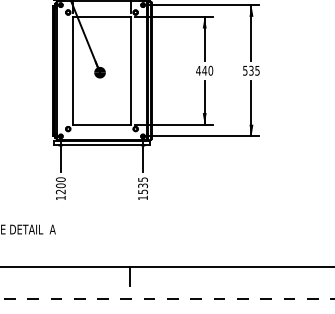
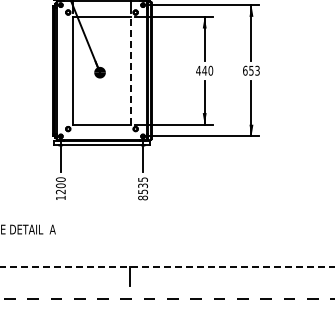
line at (131, 70): solid -> dashed
text at (251, 70): 535 -> 653
text at (142, 197): 1535 -> 8535
line at (167, 267): solid -> dashed
